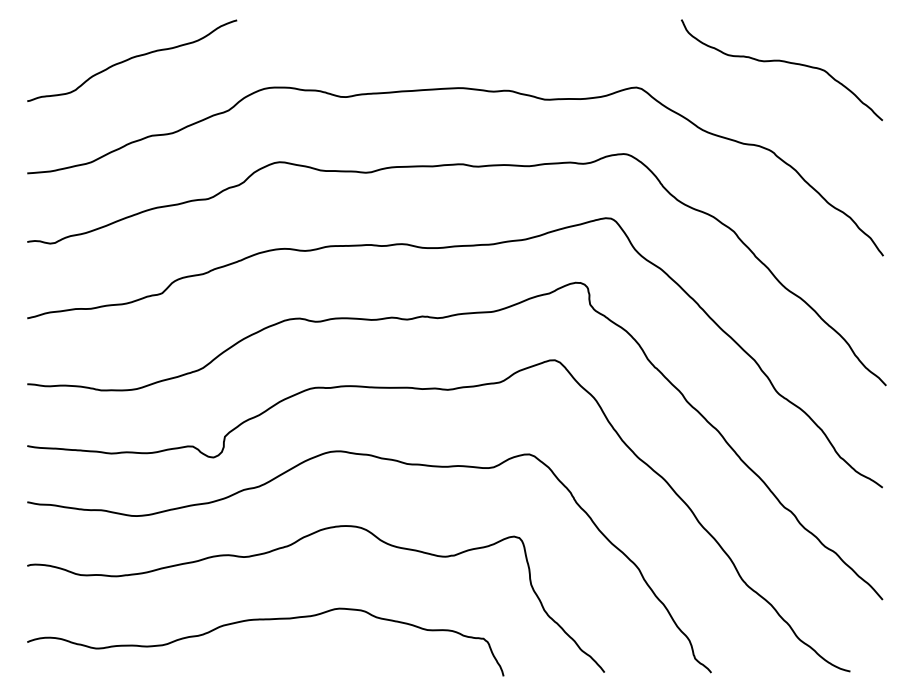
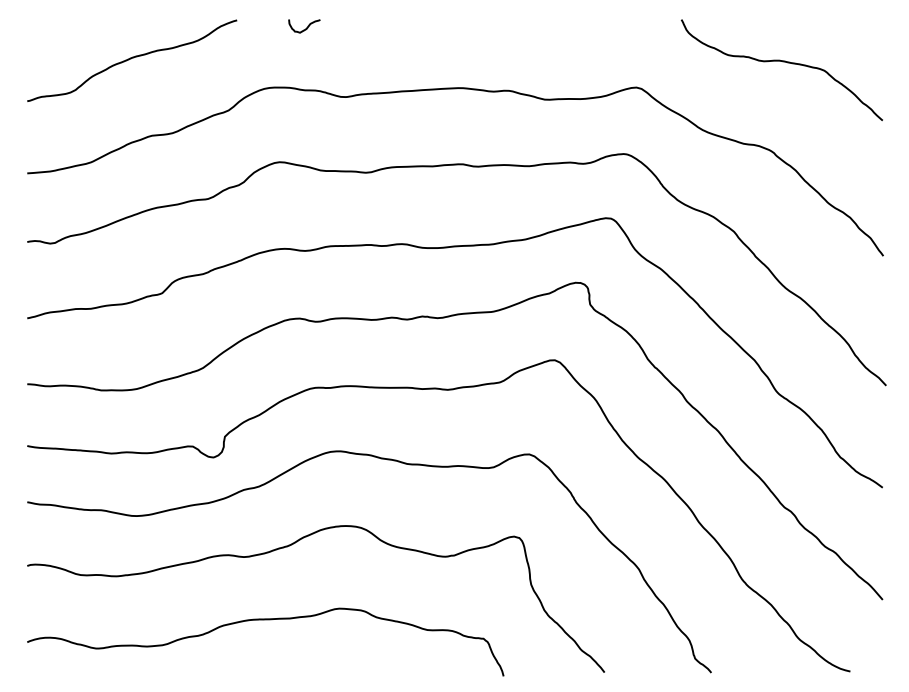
curve at (306, 27): none -> present
